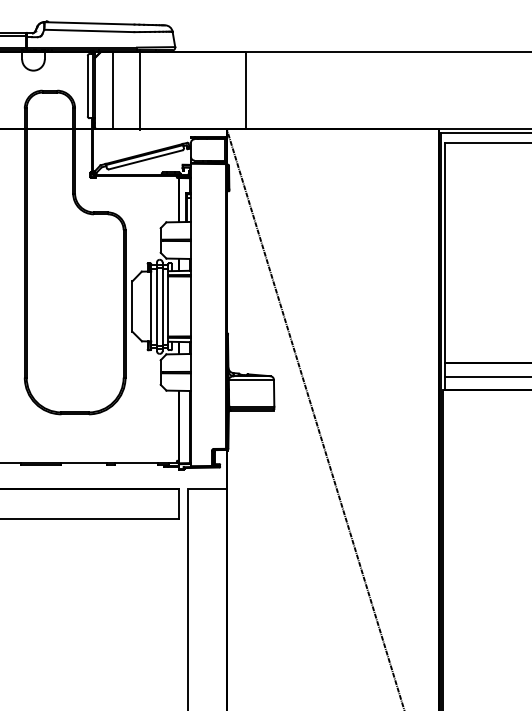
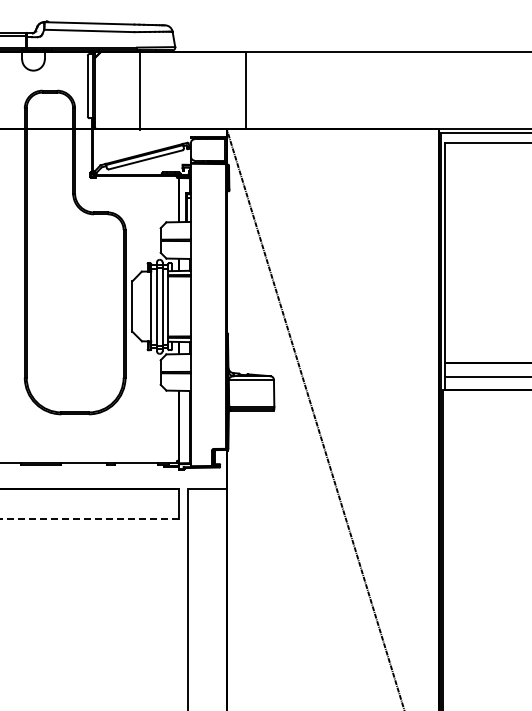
line at (112, 90): present -> none
line at (89, 519): solid -> dashed
